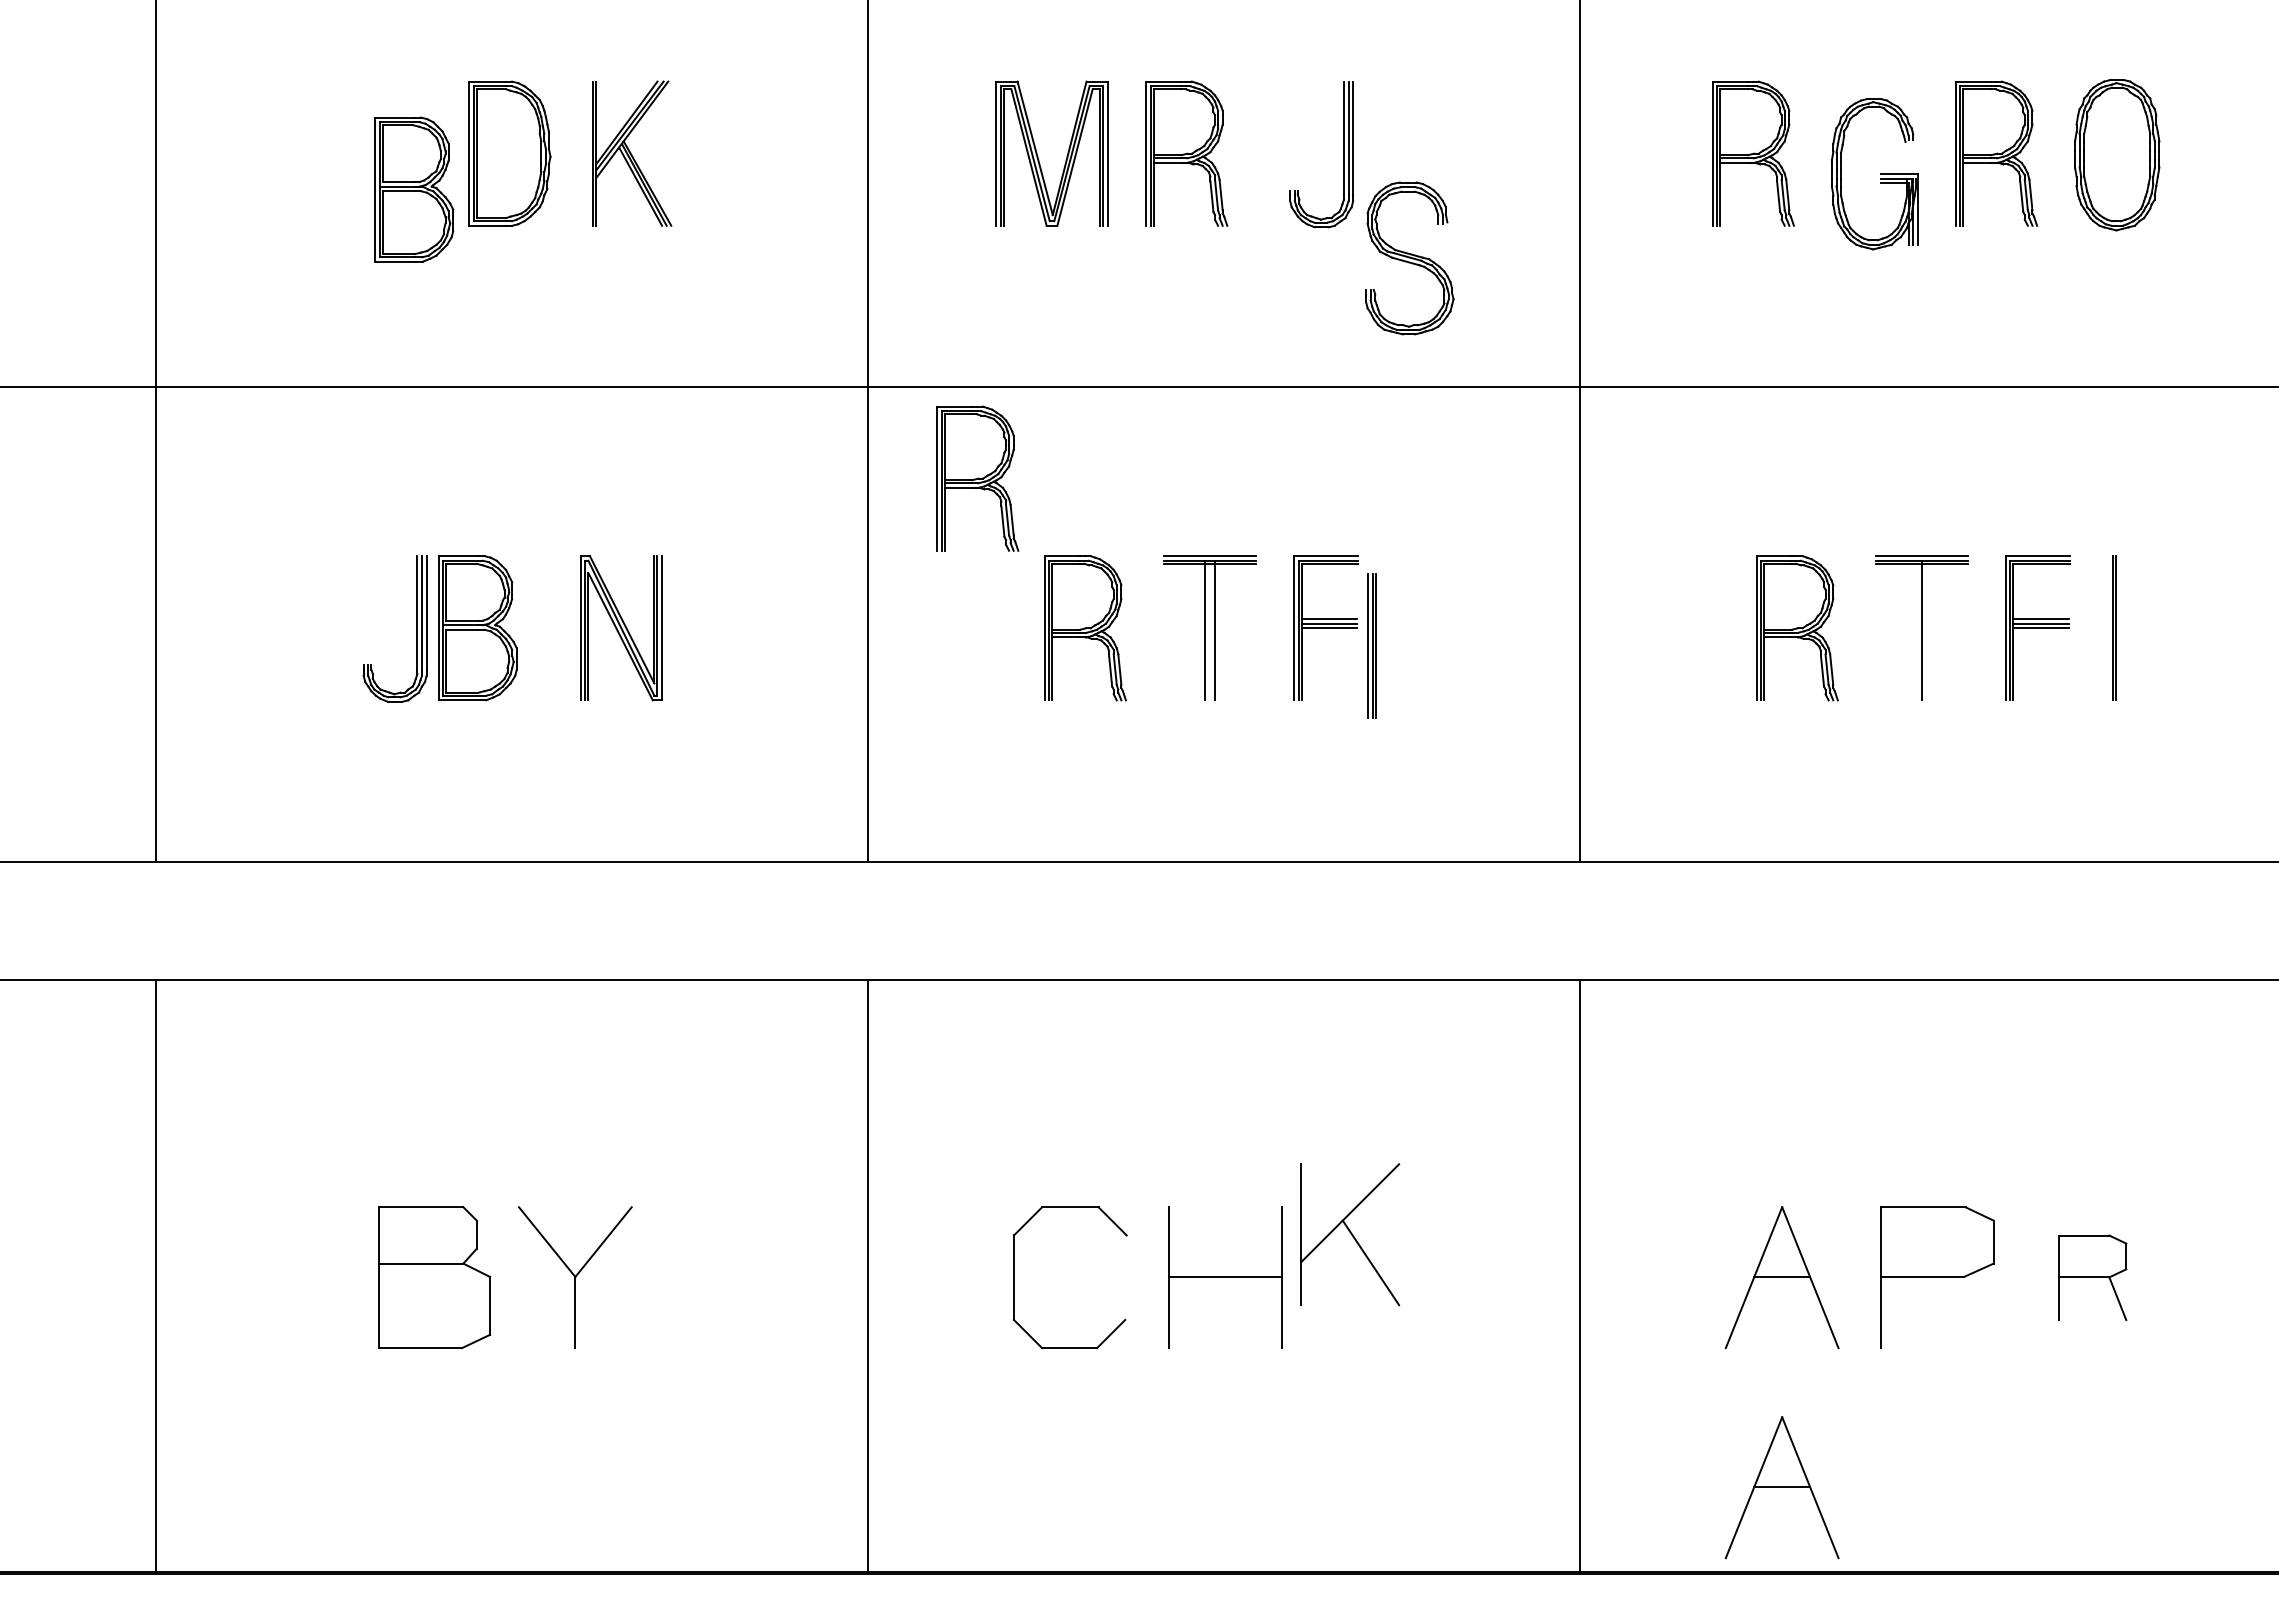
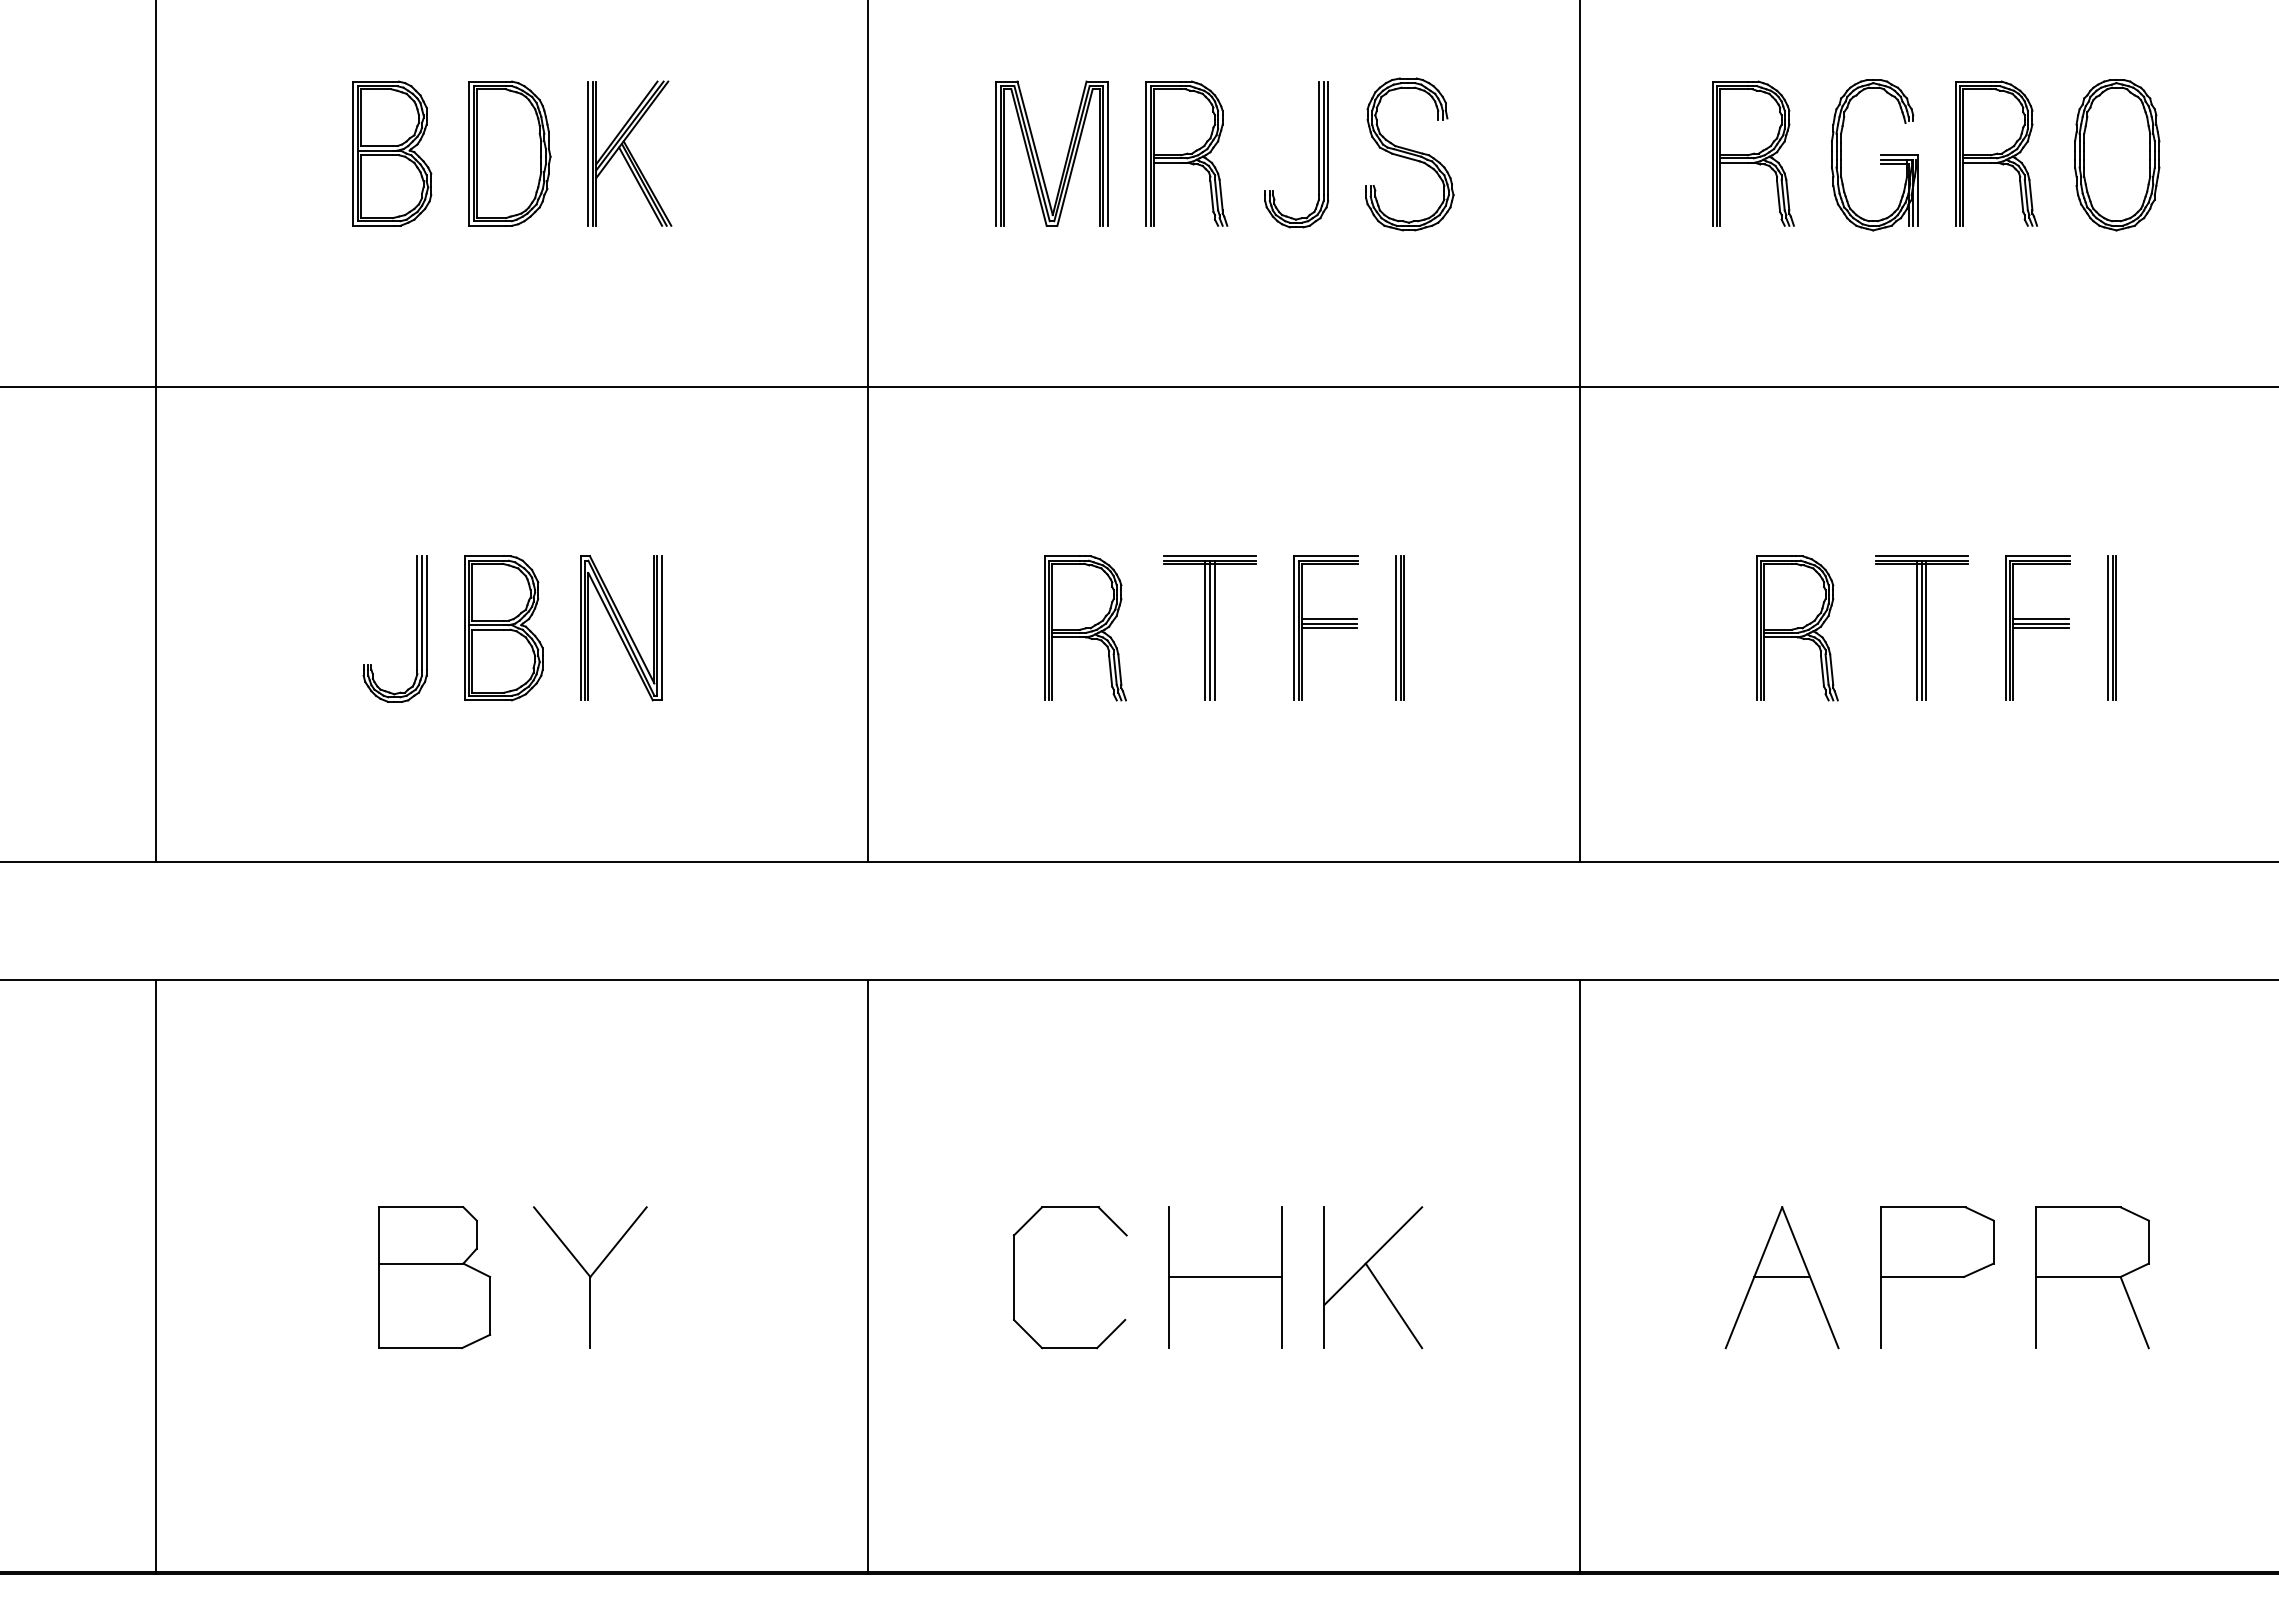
line at (588, 153): none -> present
part at (1343, 154) position: (1343, 154) -> (1318, 154)
part at (1874, 174) position: (1874, 174) -> (1874, 155)
part at (414, 189) position: (414, 189) -> (392, 153)
part at (1409, 258) position: (1409, 258) -> (1409, 154)
part at (977, 478): present -> none
part at (477, 628) position: (477, 628) -> (503, 628)
line at (2108, 628): none -> present
line at (1209, 630): none -> present
line at (1917, 630): none -> present
line at (1926, 630): none -> present
part at (1371, 645) position: (1371, 645) -> (1399, 627)
part at (1350, 1234) position: (1350, 1234) -> (1373, 1277)
part at (575, 1277) position: (575, 1277) -> (590, 1277)
part at (2092, 1277) size: 70x87 px -> 115x144 px
part at (1781, 1487): present -> none
